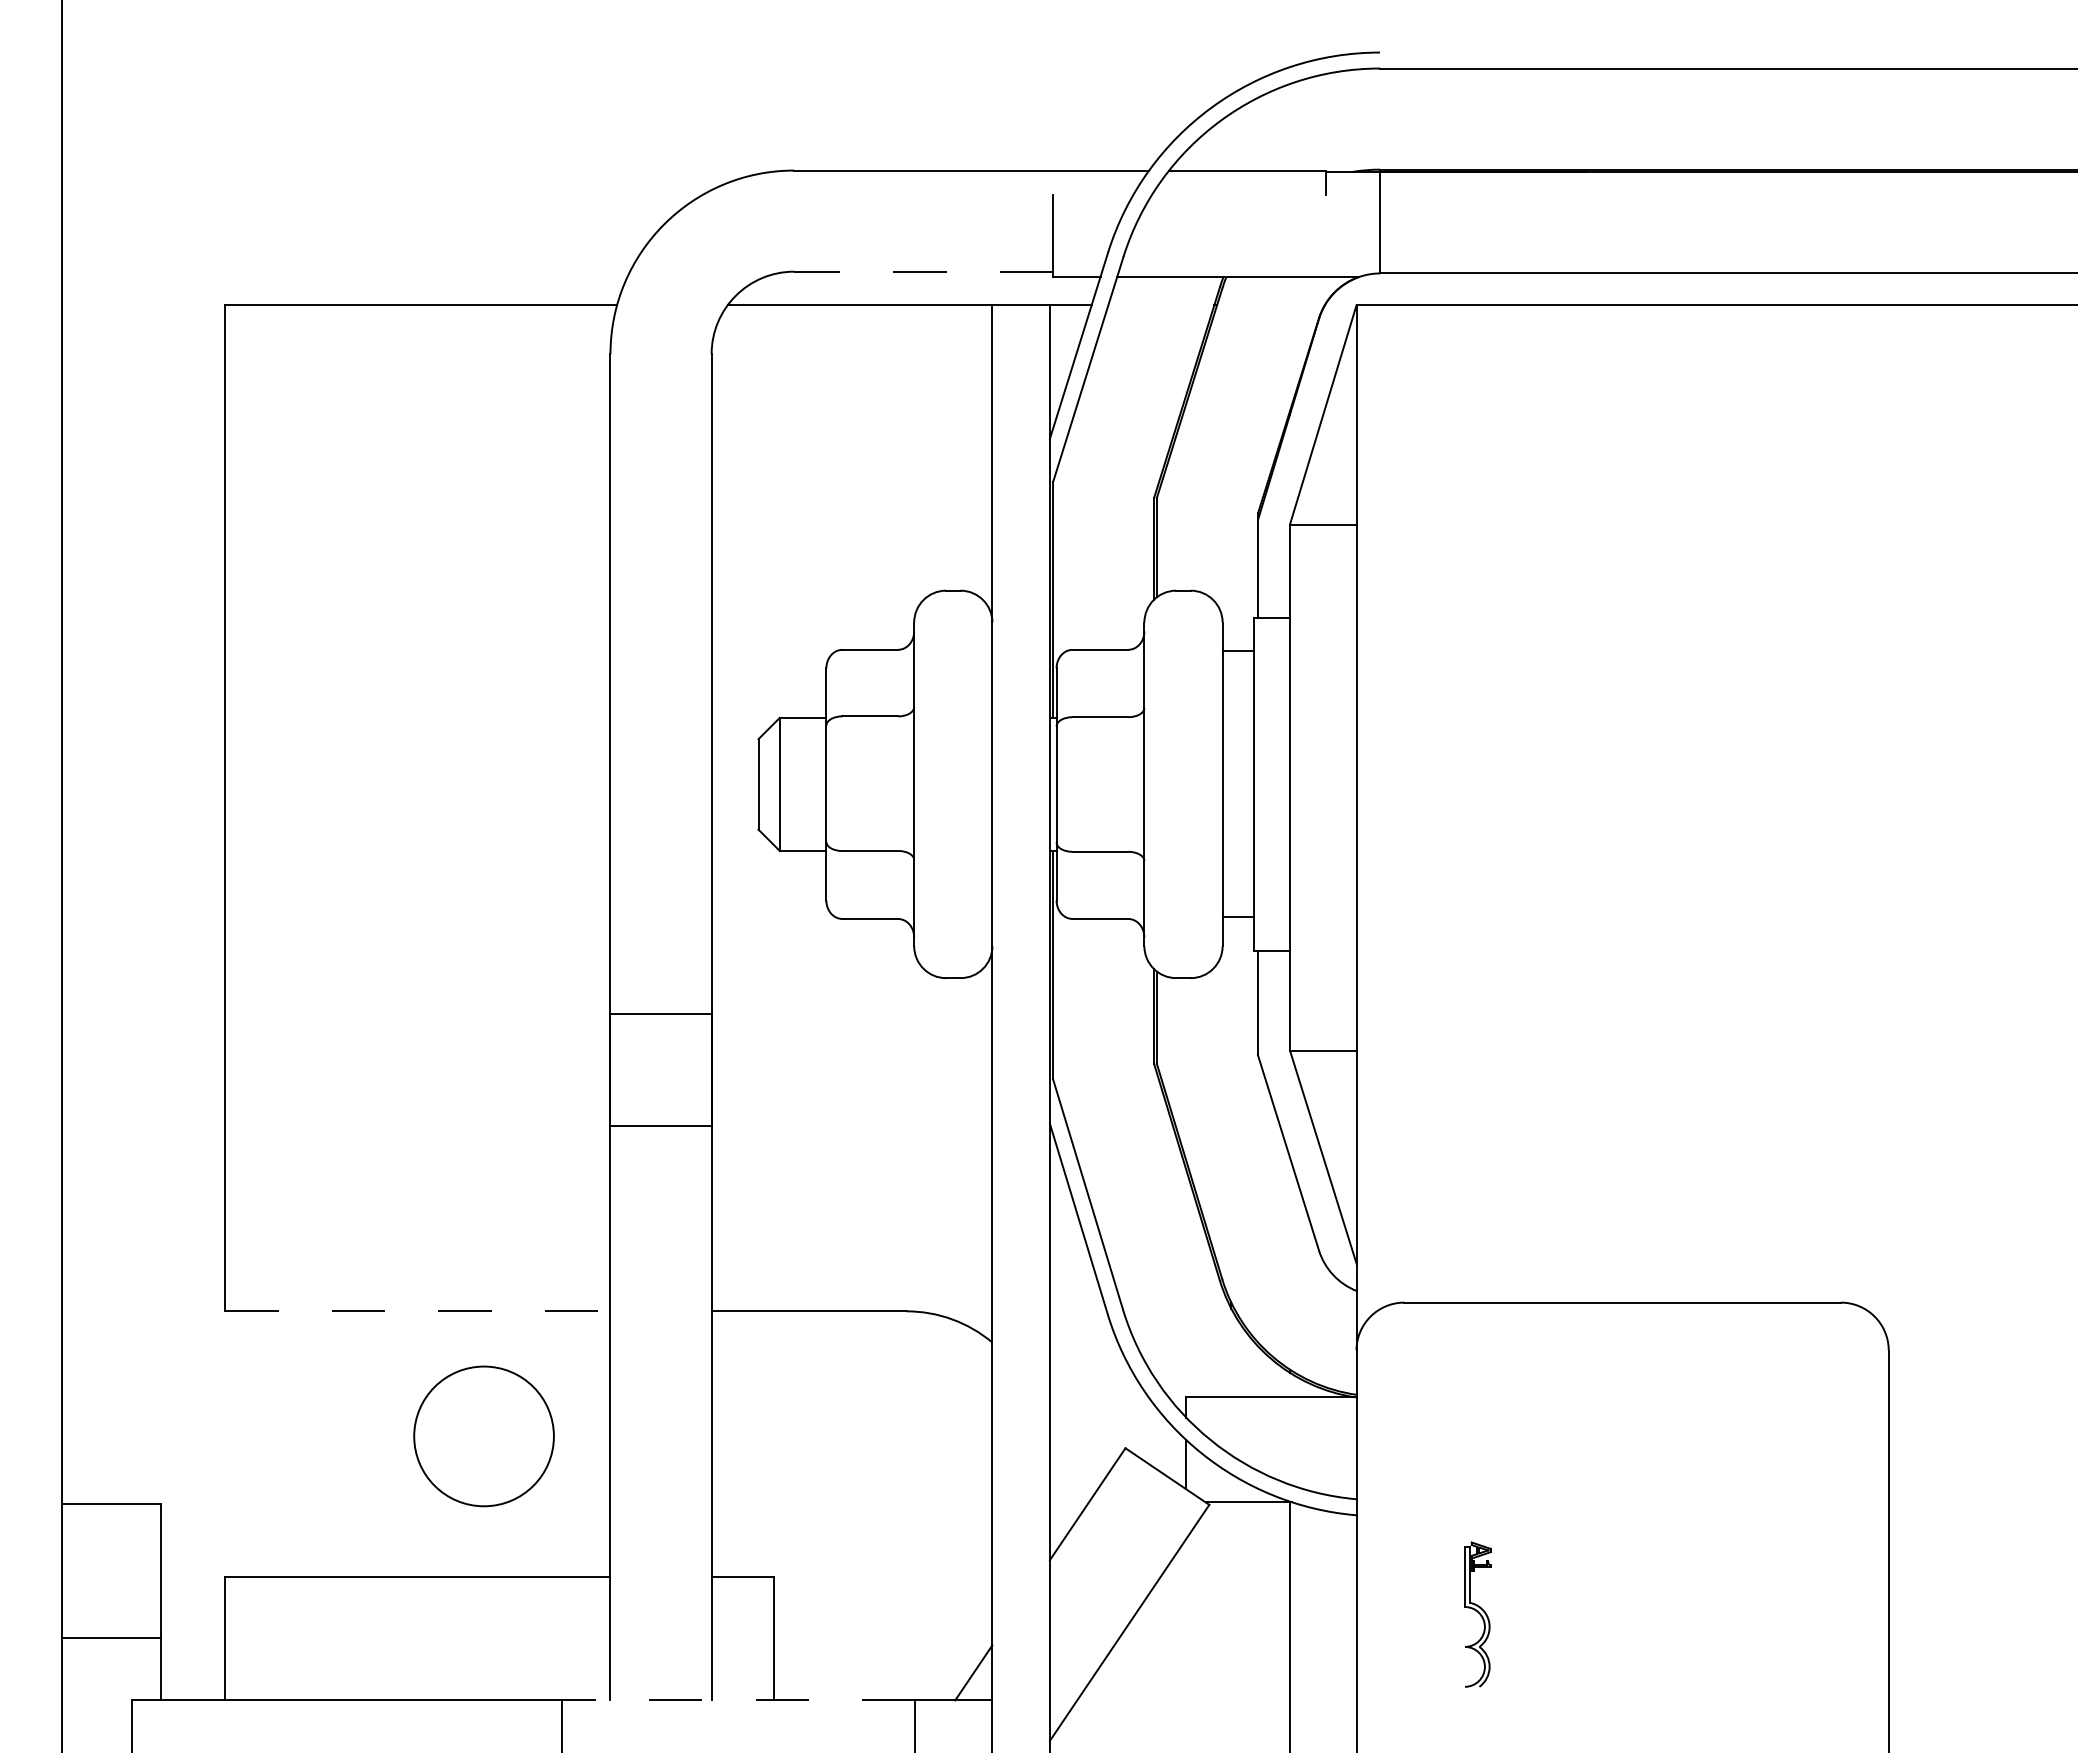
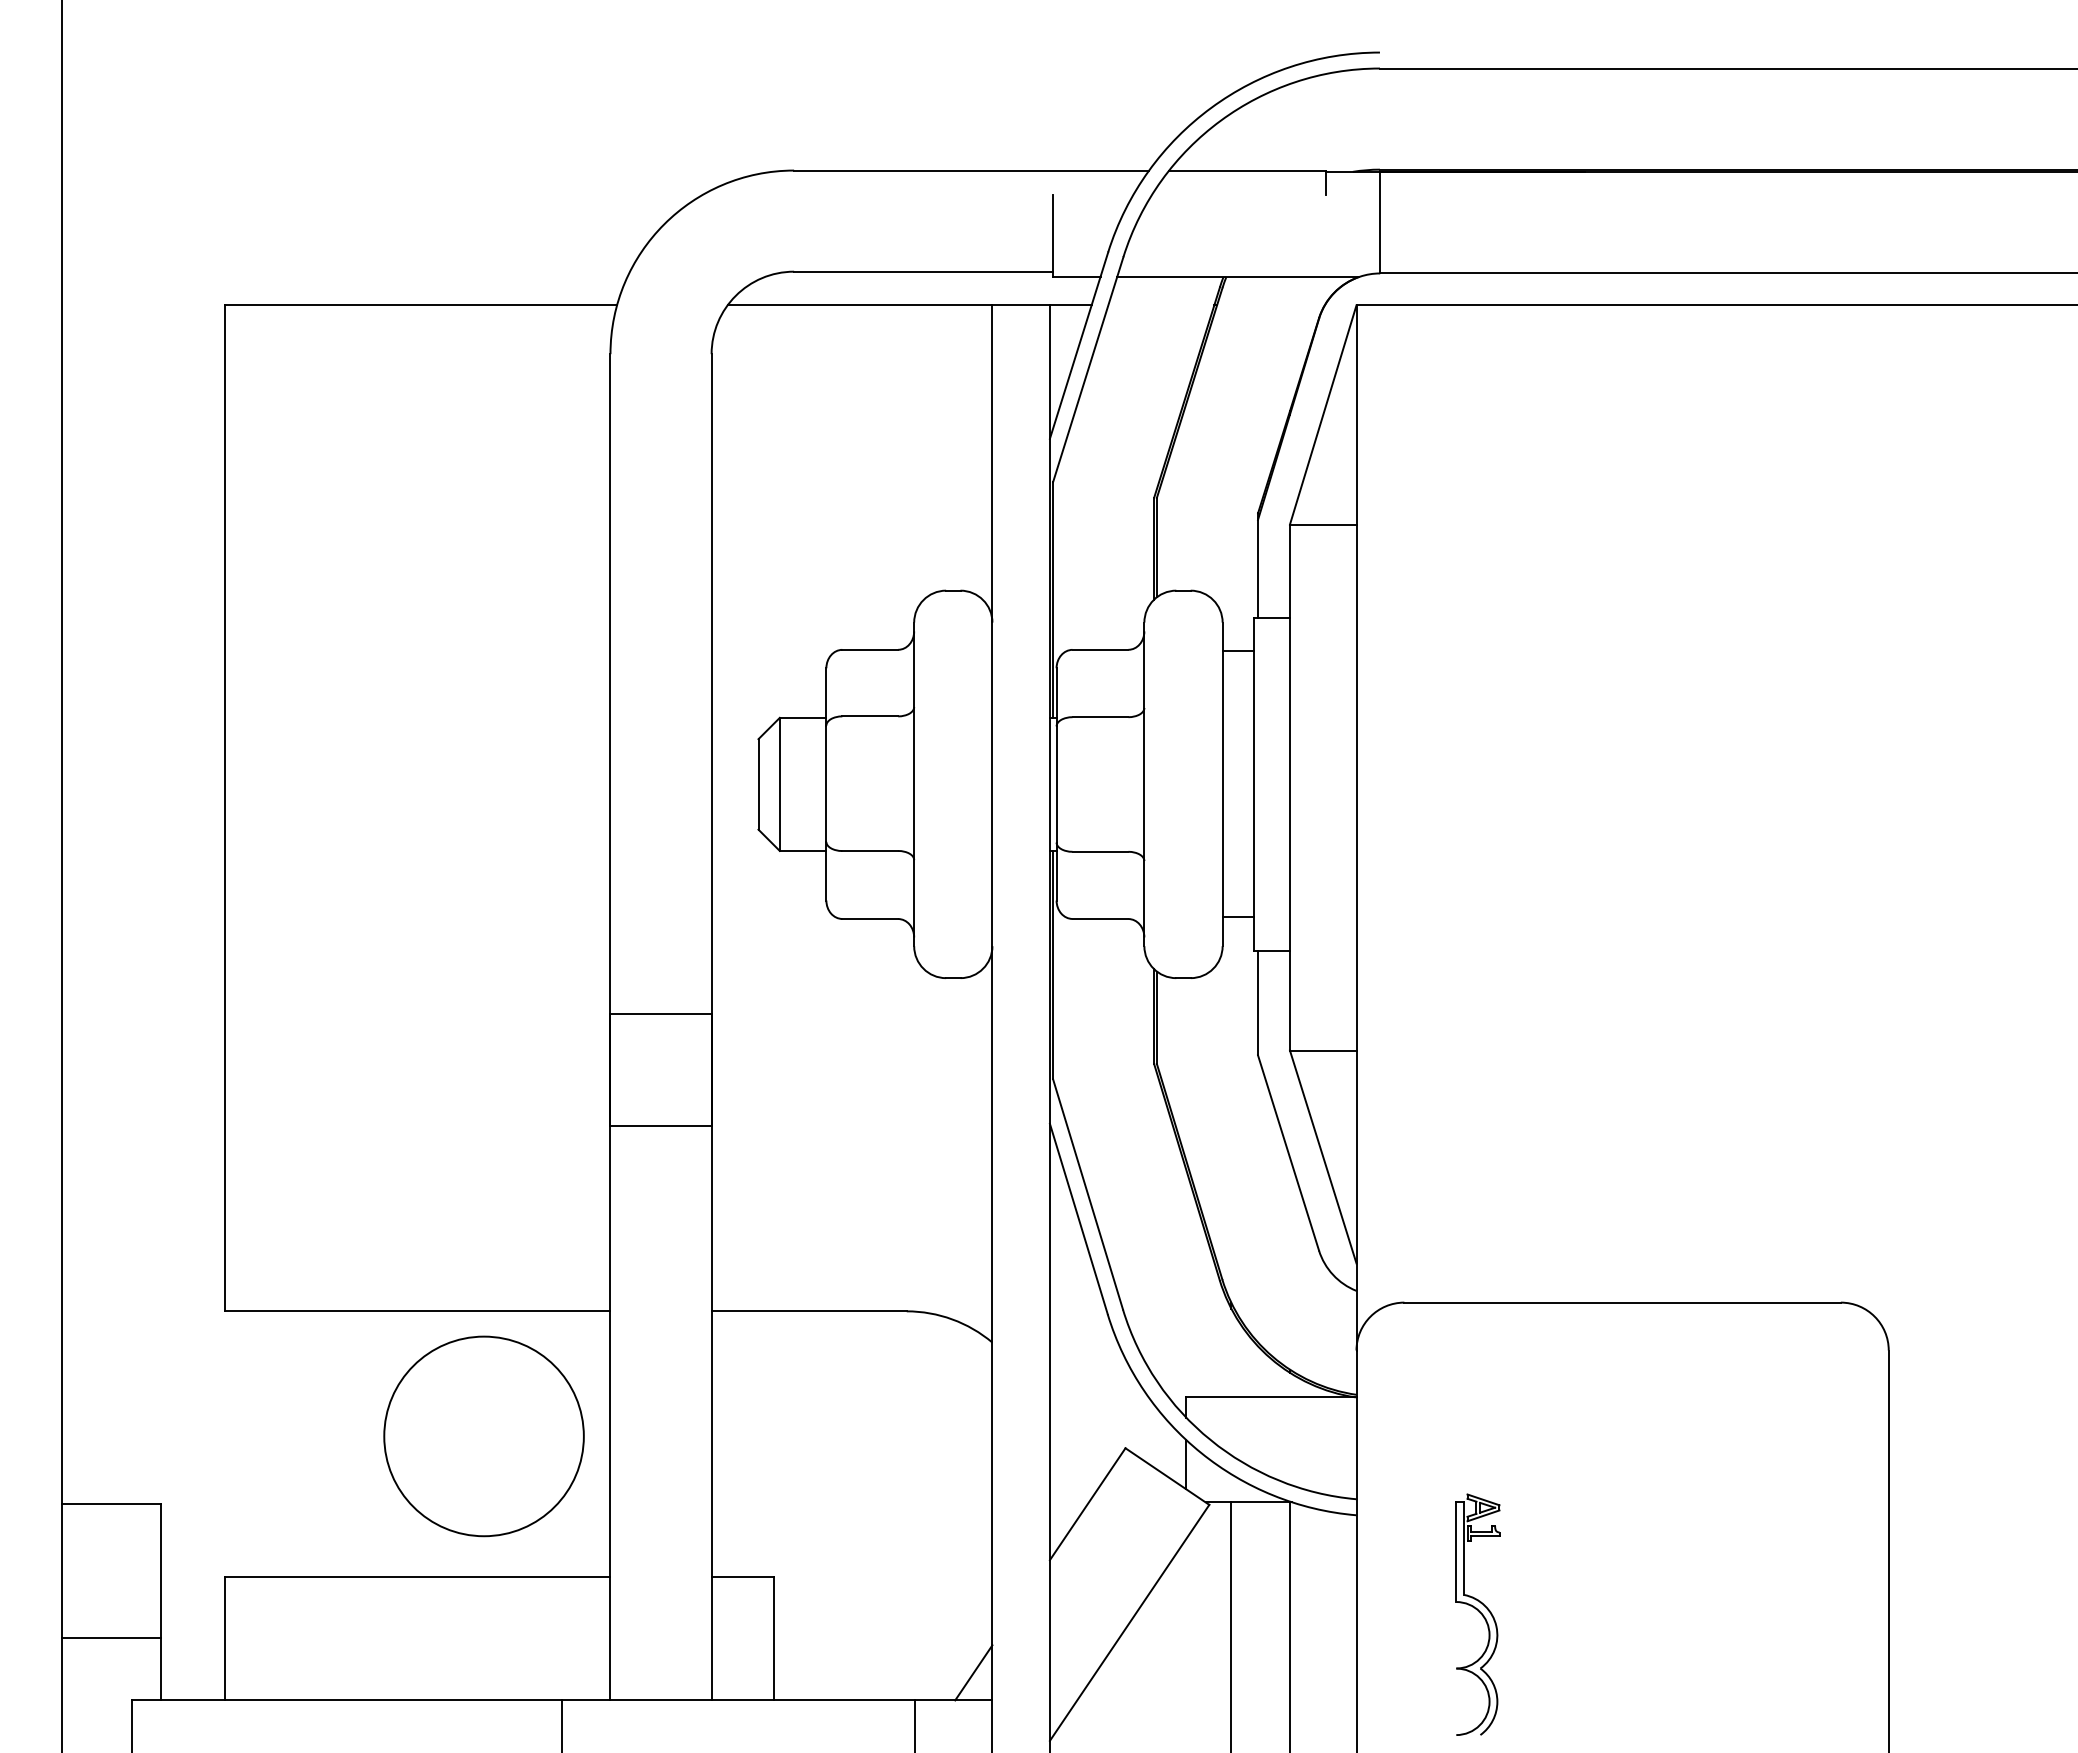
line at (923, 271): dashed -> solid
line at (417, 1311): dashed -> solid
circle at (483, 1436) diameter: 140 px -> 200 px
part at (1477, 1614) size: 28x147 px -> 46x243 px
line at (1231, 1625): none -> present
line at (738, 1700): dashed -> solid
